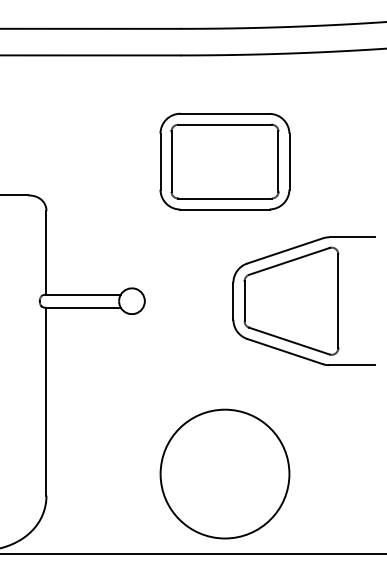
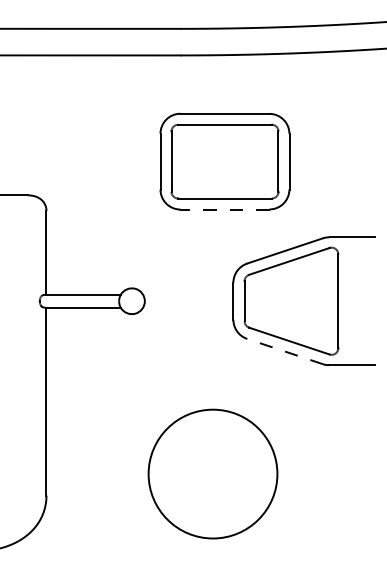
line at (225, 209): solid -> dashed
line at (285, 351): solid -> dashed
part at (224, 473) position: (224, 473) -> (212, 473)
line at (192, 553): present -> none
